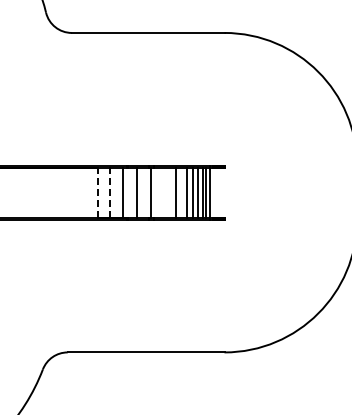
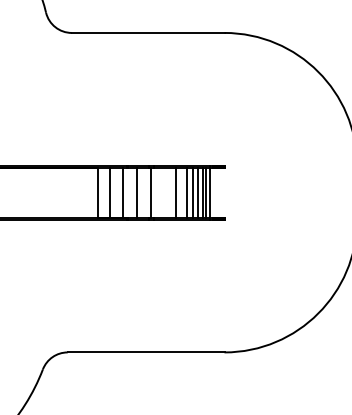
line at (98, 192): dashed -> solid
line at (110, 192): dashed -> solid
